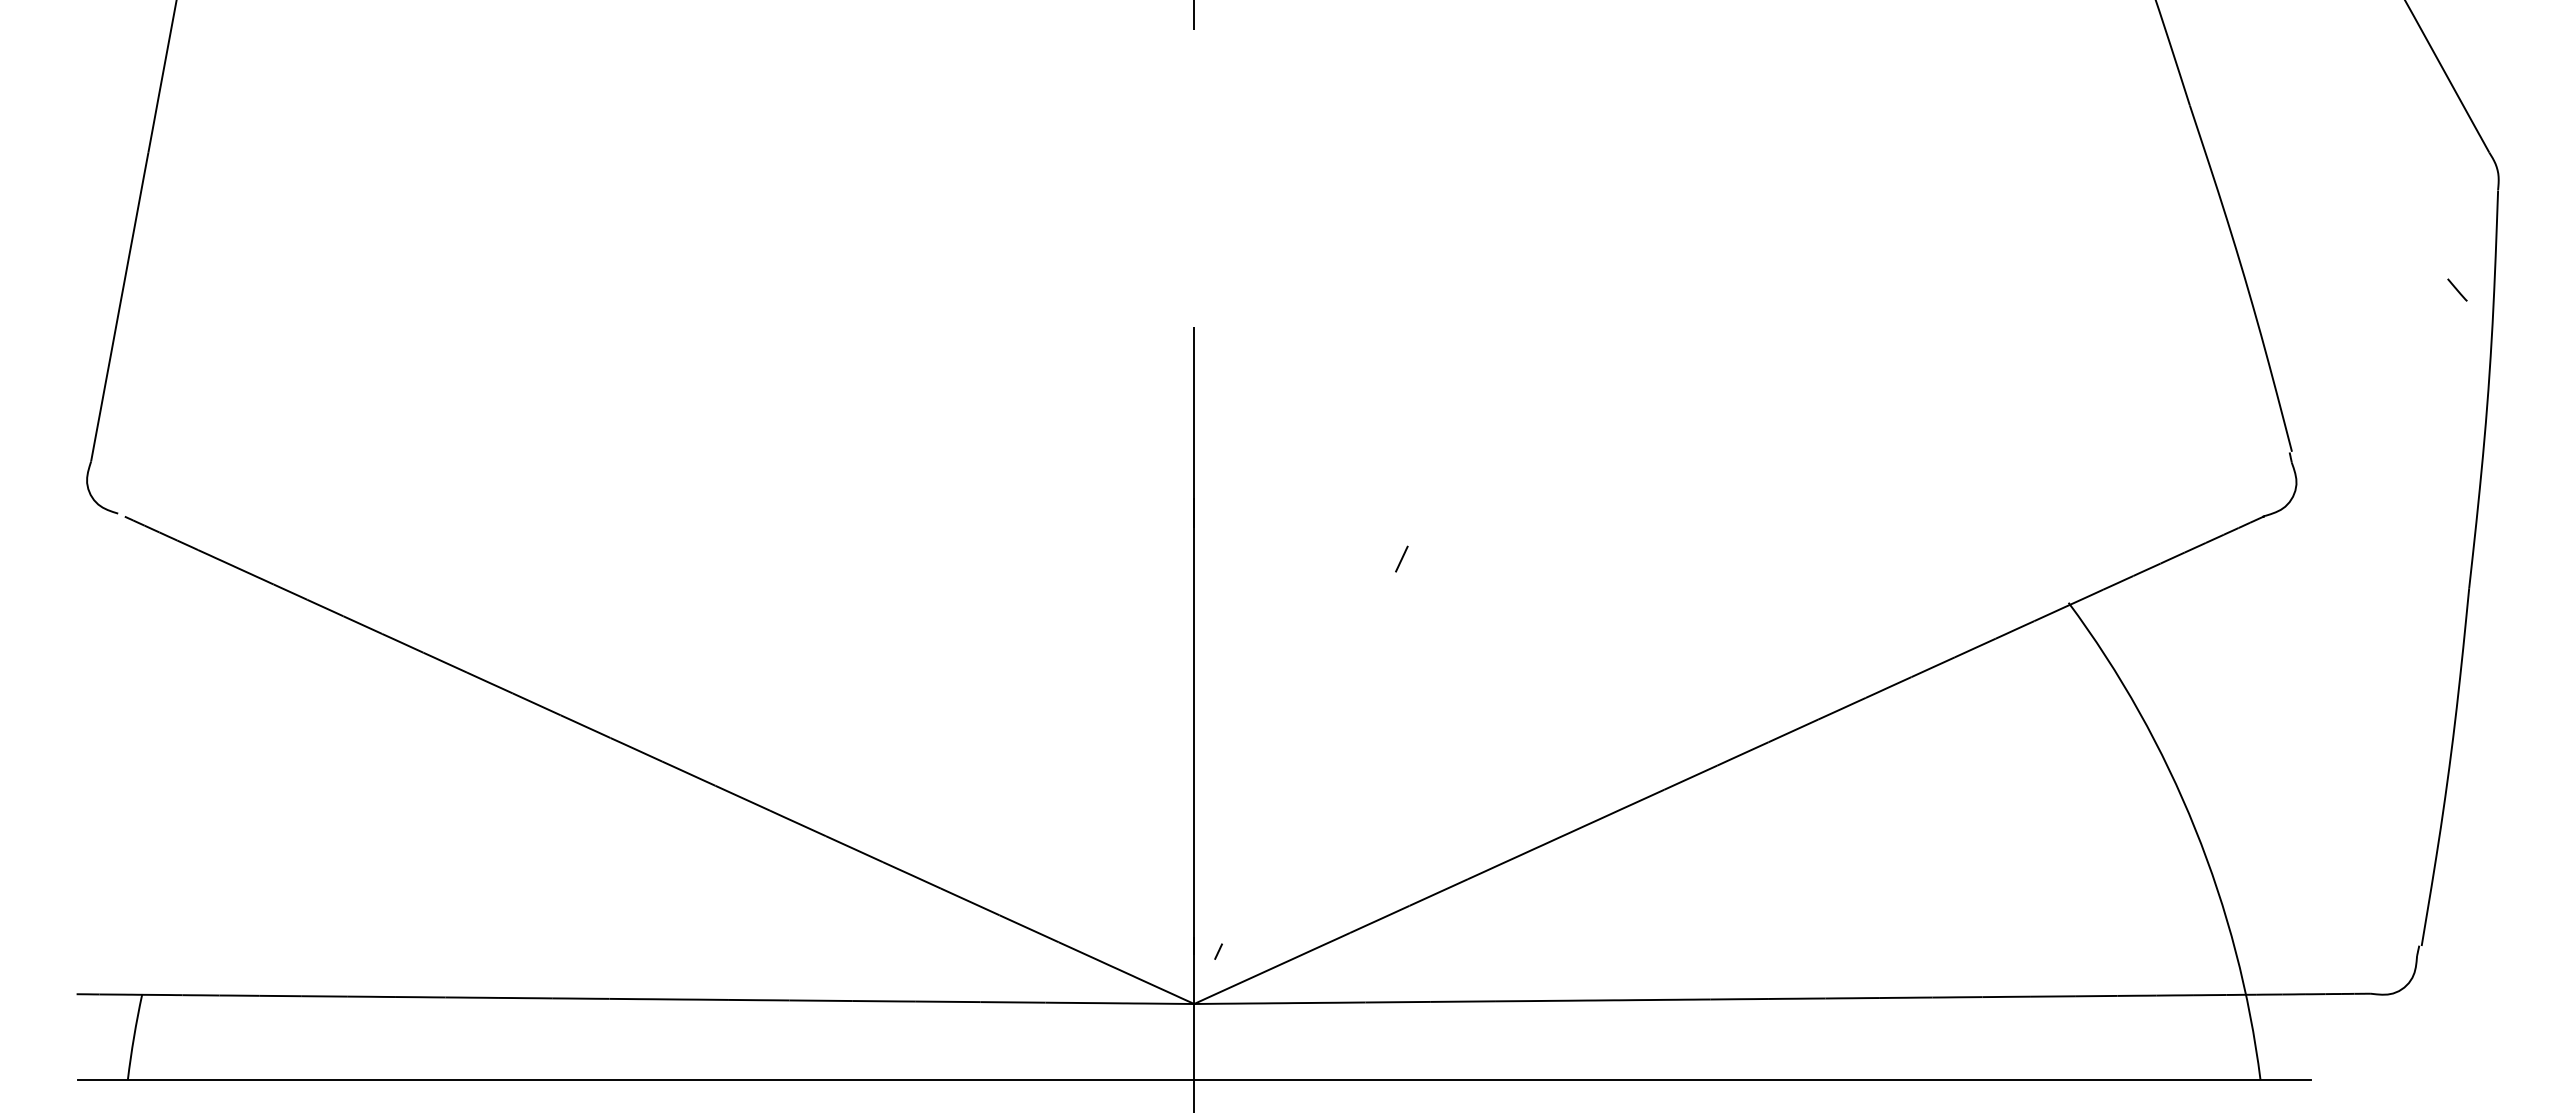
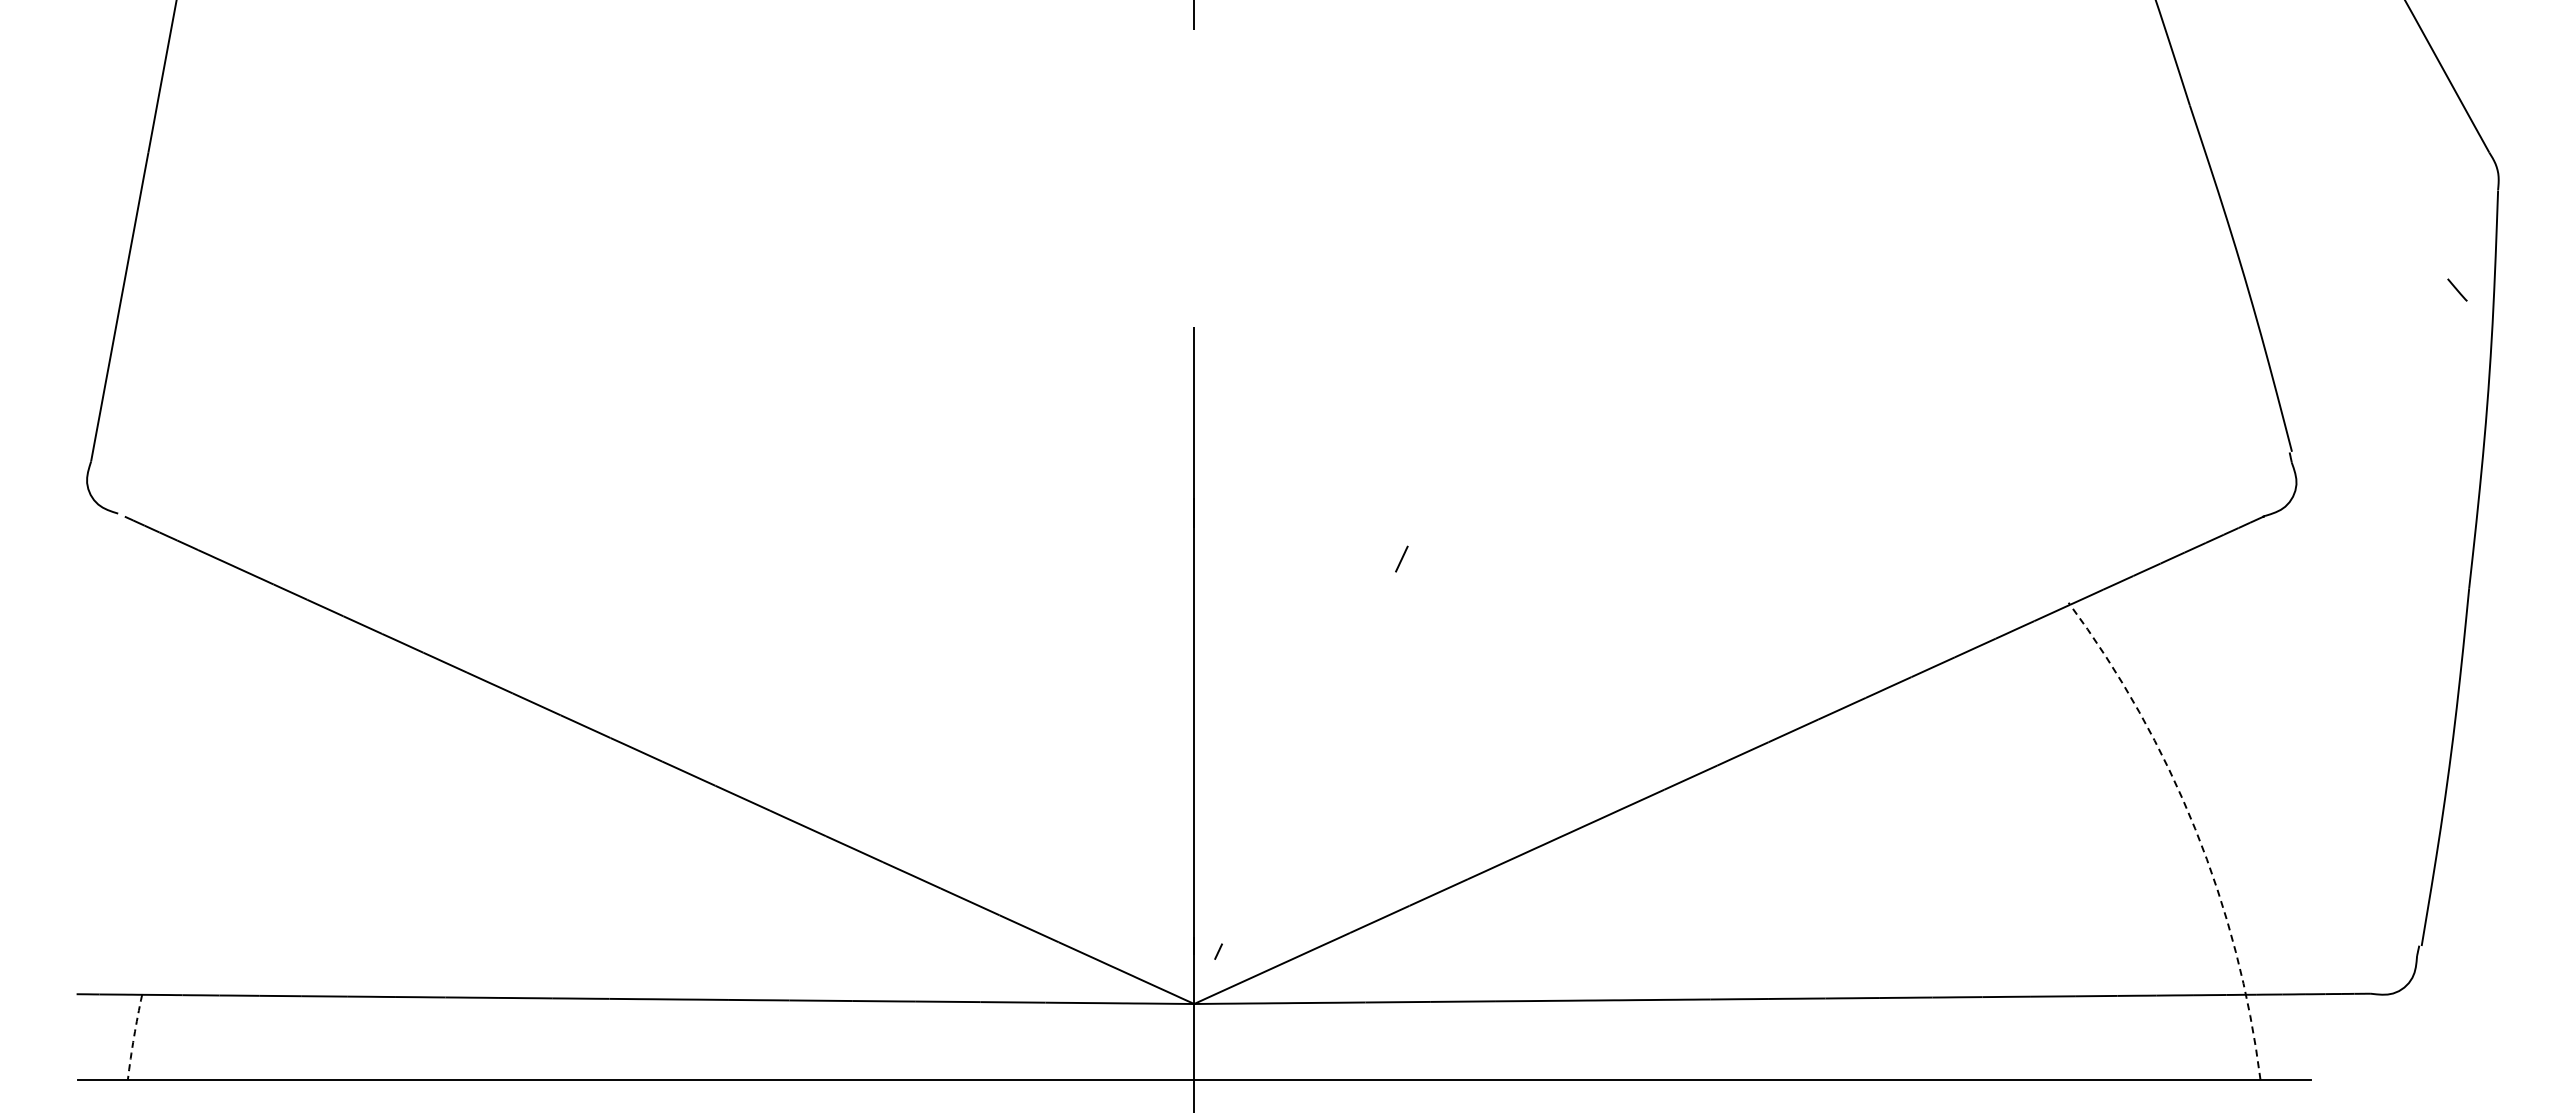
arc at (2195, 828): solid -> dashed
arc at (134, 1037): solid -> dashed
